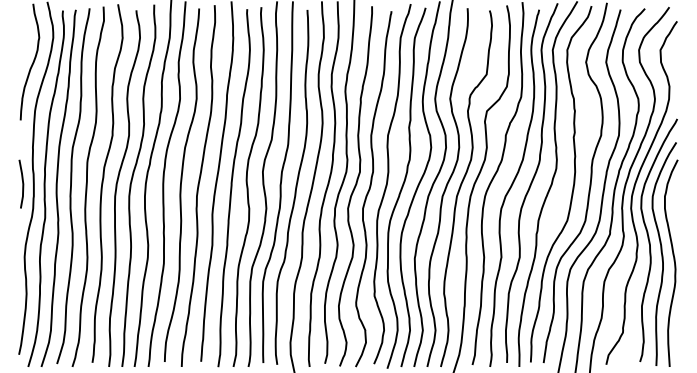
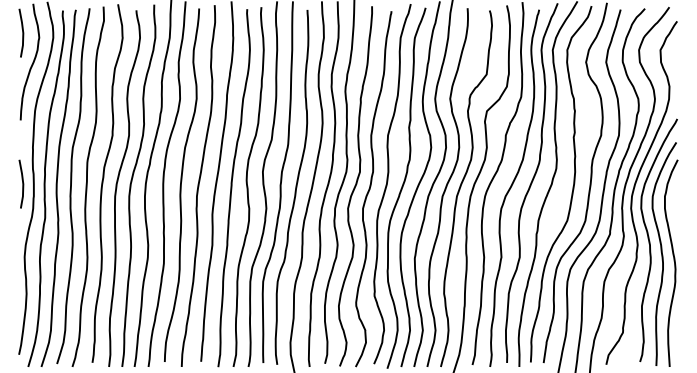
line at (22, 32): none -> present
